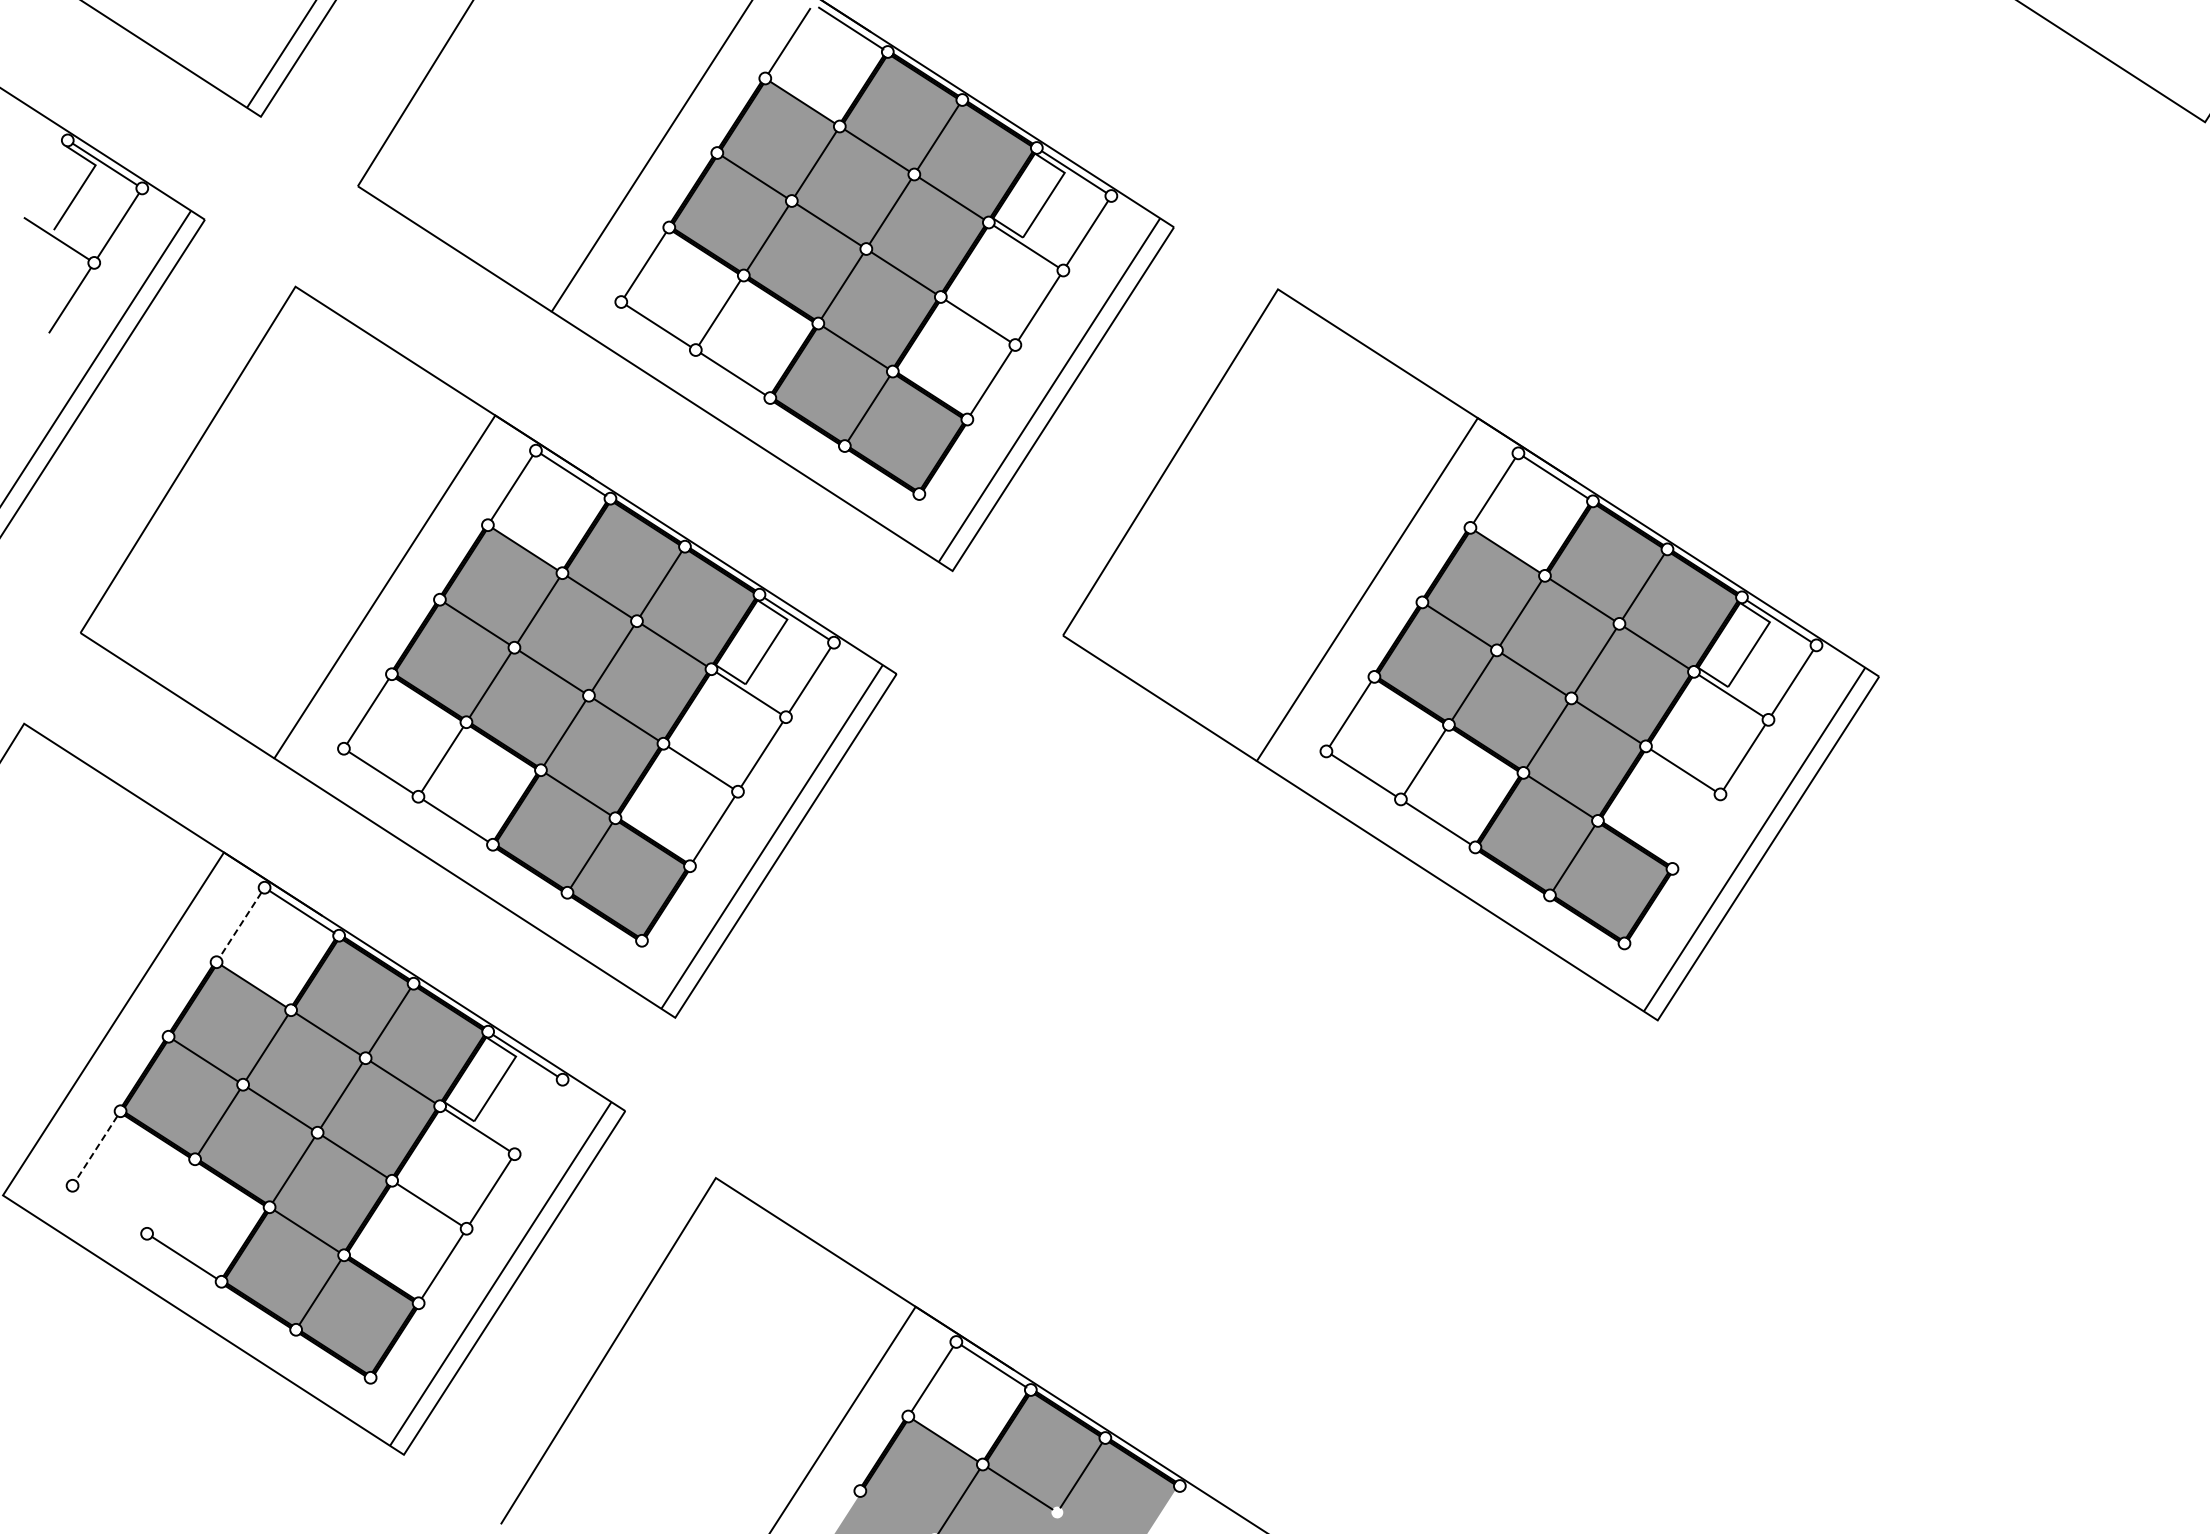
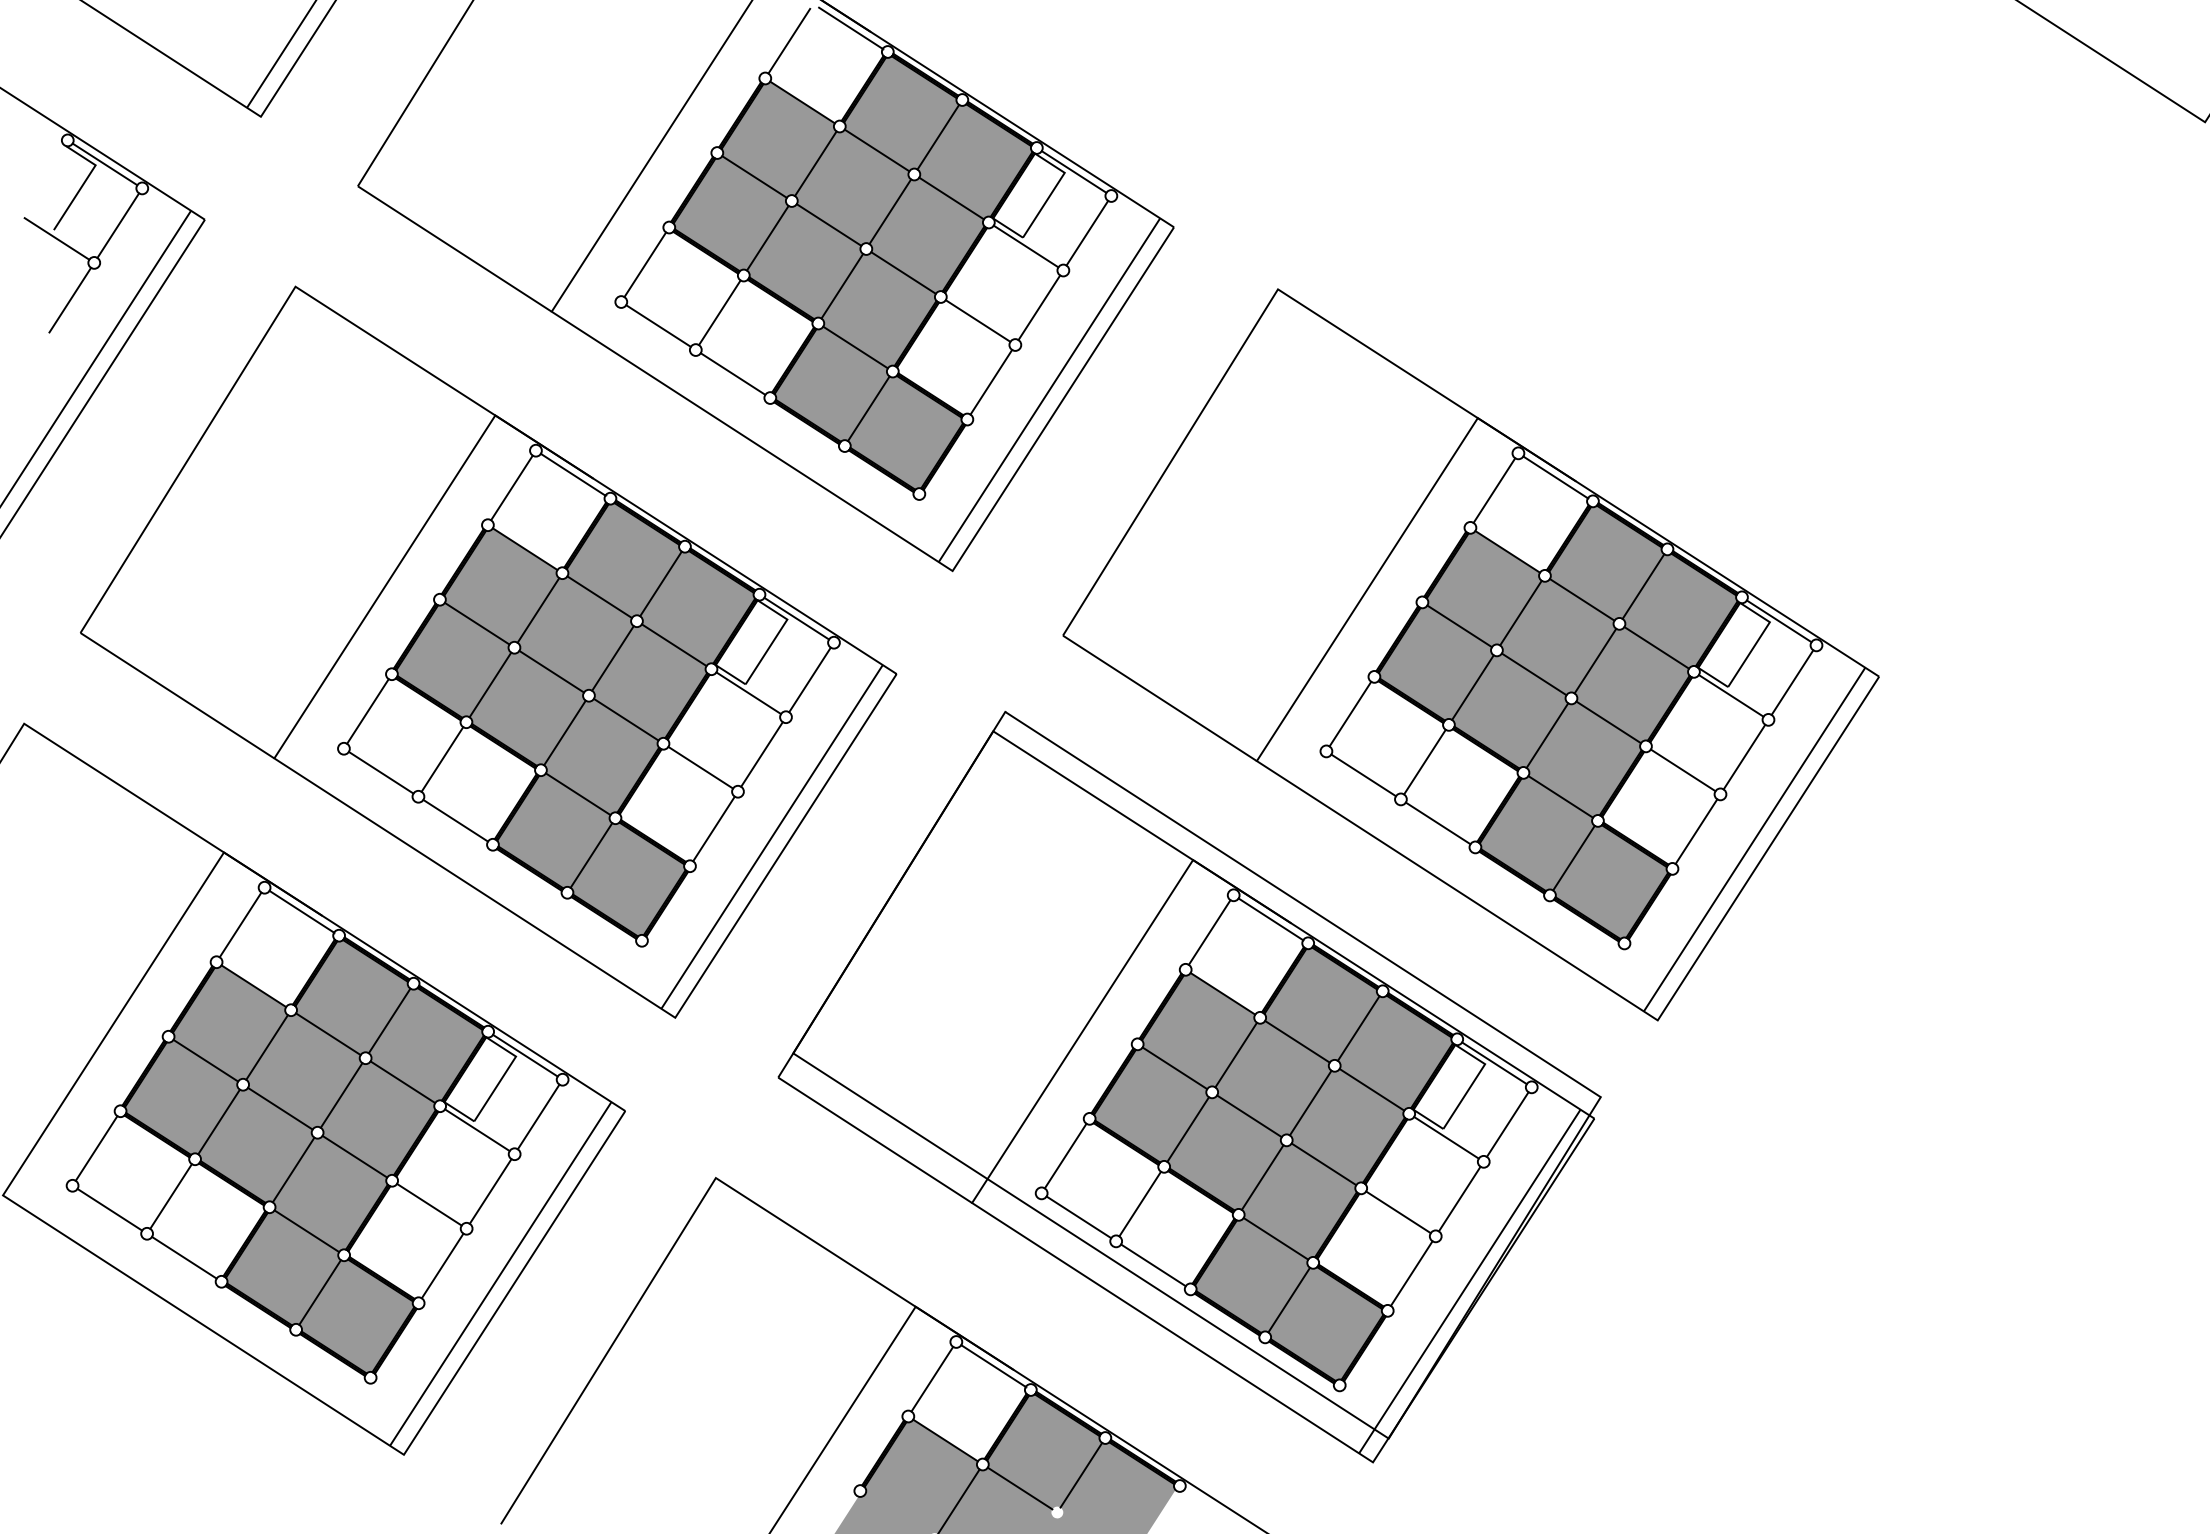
line at (1696, 831): none -> present
line at (240, 925): dashed -> solid
part at (1189, 1086): none -> present
line at (538, 1116): none -> present
line at (96, 1148): dashed -> solid
line at (170, 1196): none -> present
line at (109, 1209): none -> present
